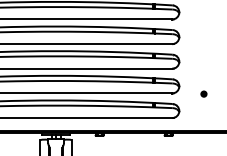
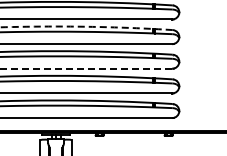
arc at (86, 26): solid -> dashed
line at (86, 68): solid -> dashed
part at (203, 93): present -> none
